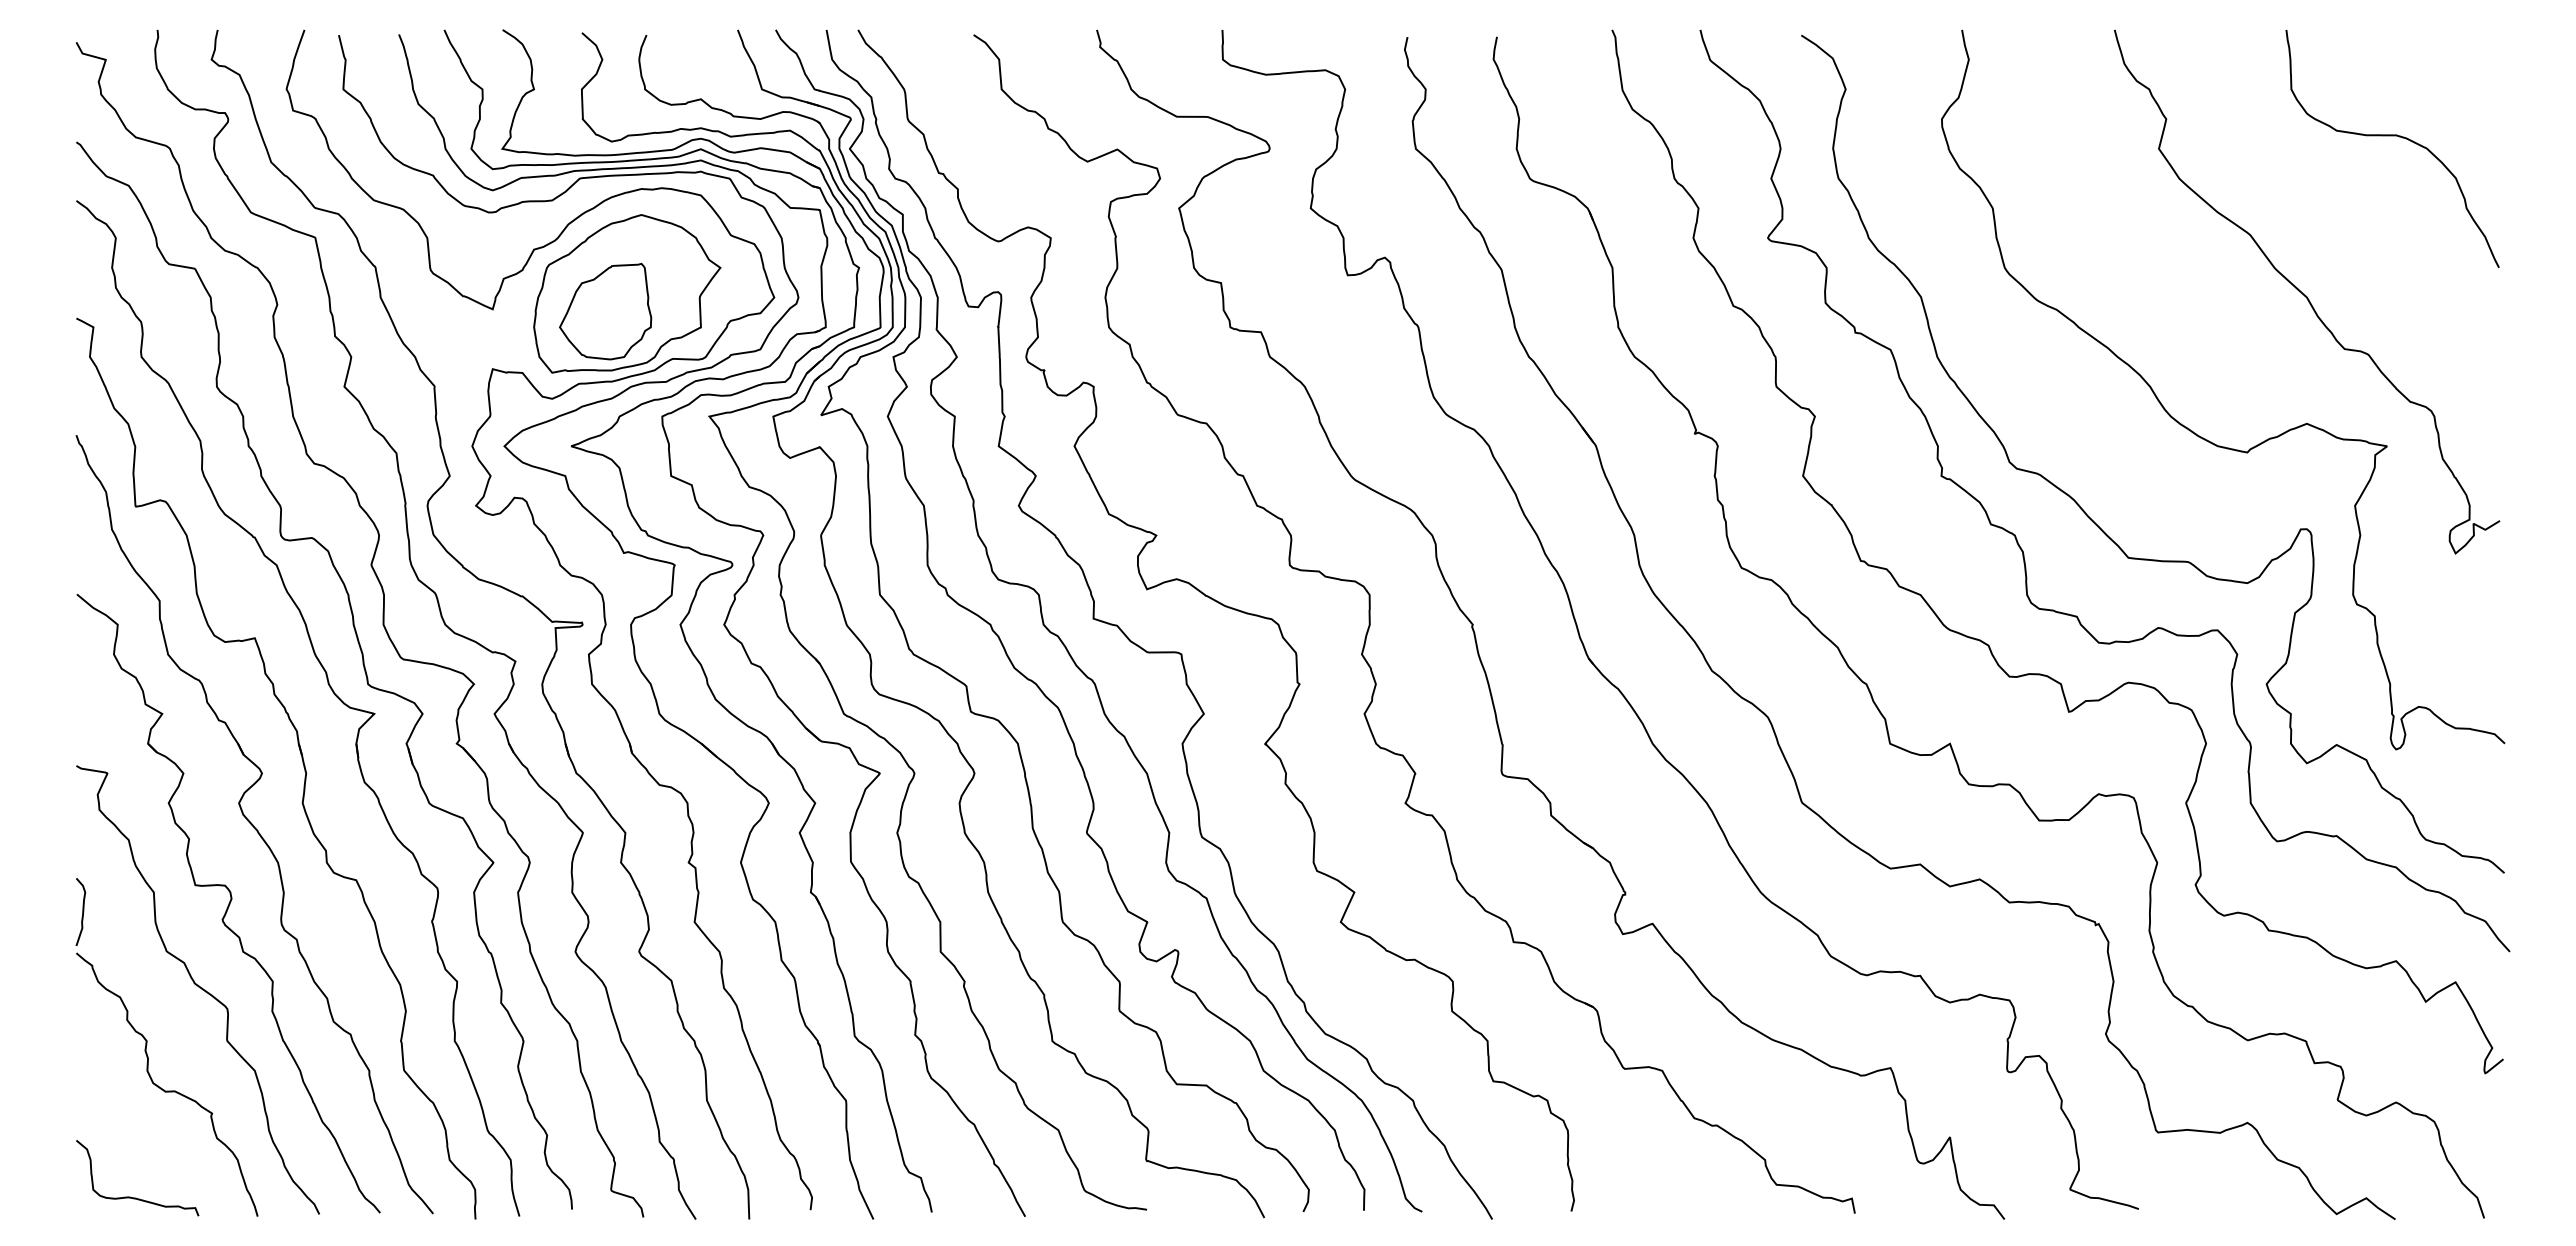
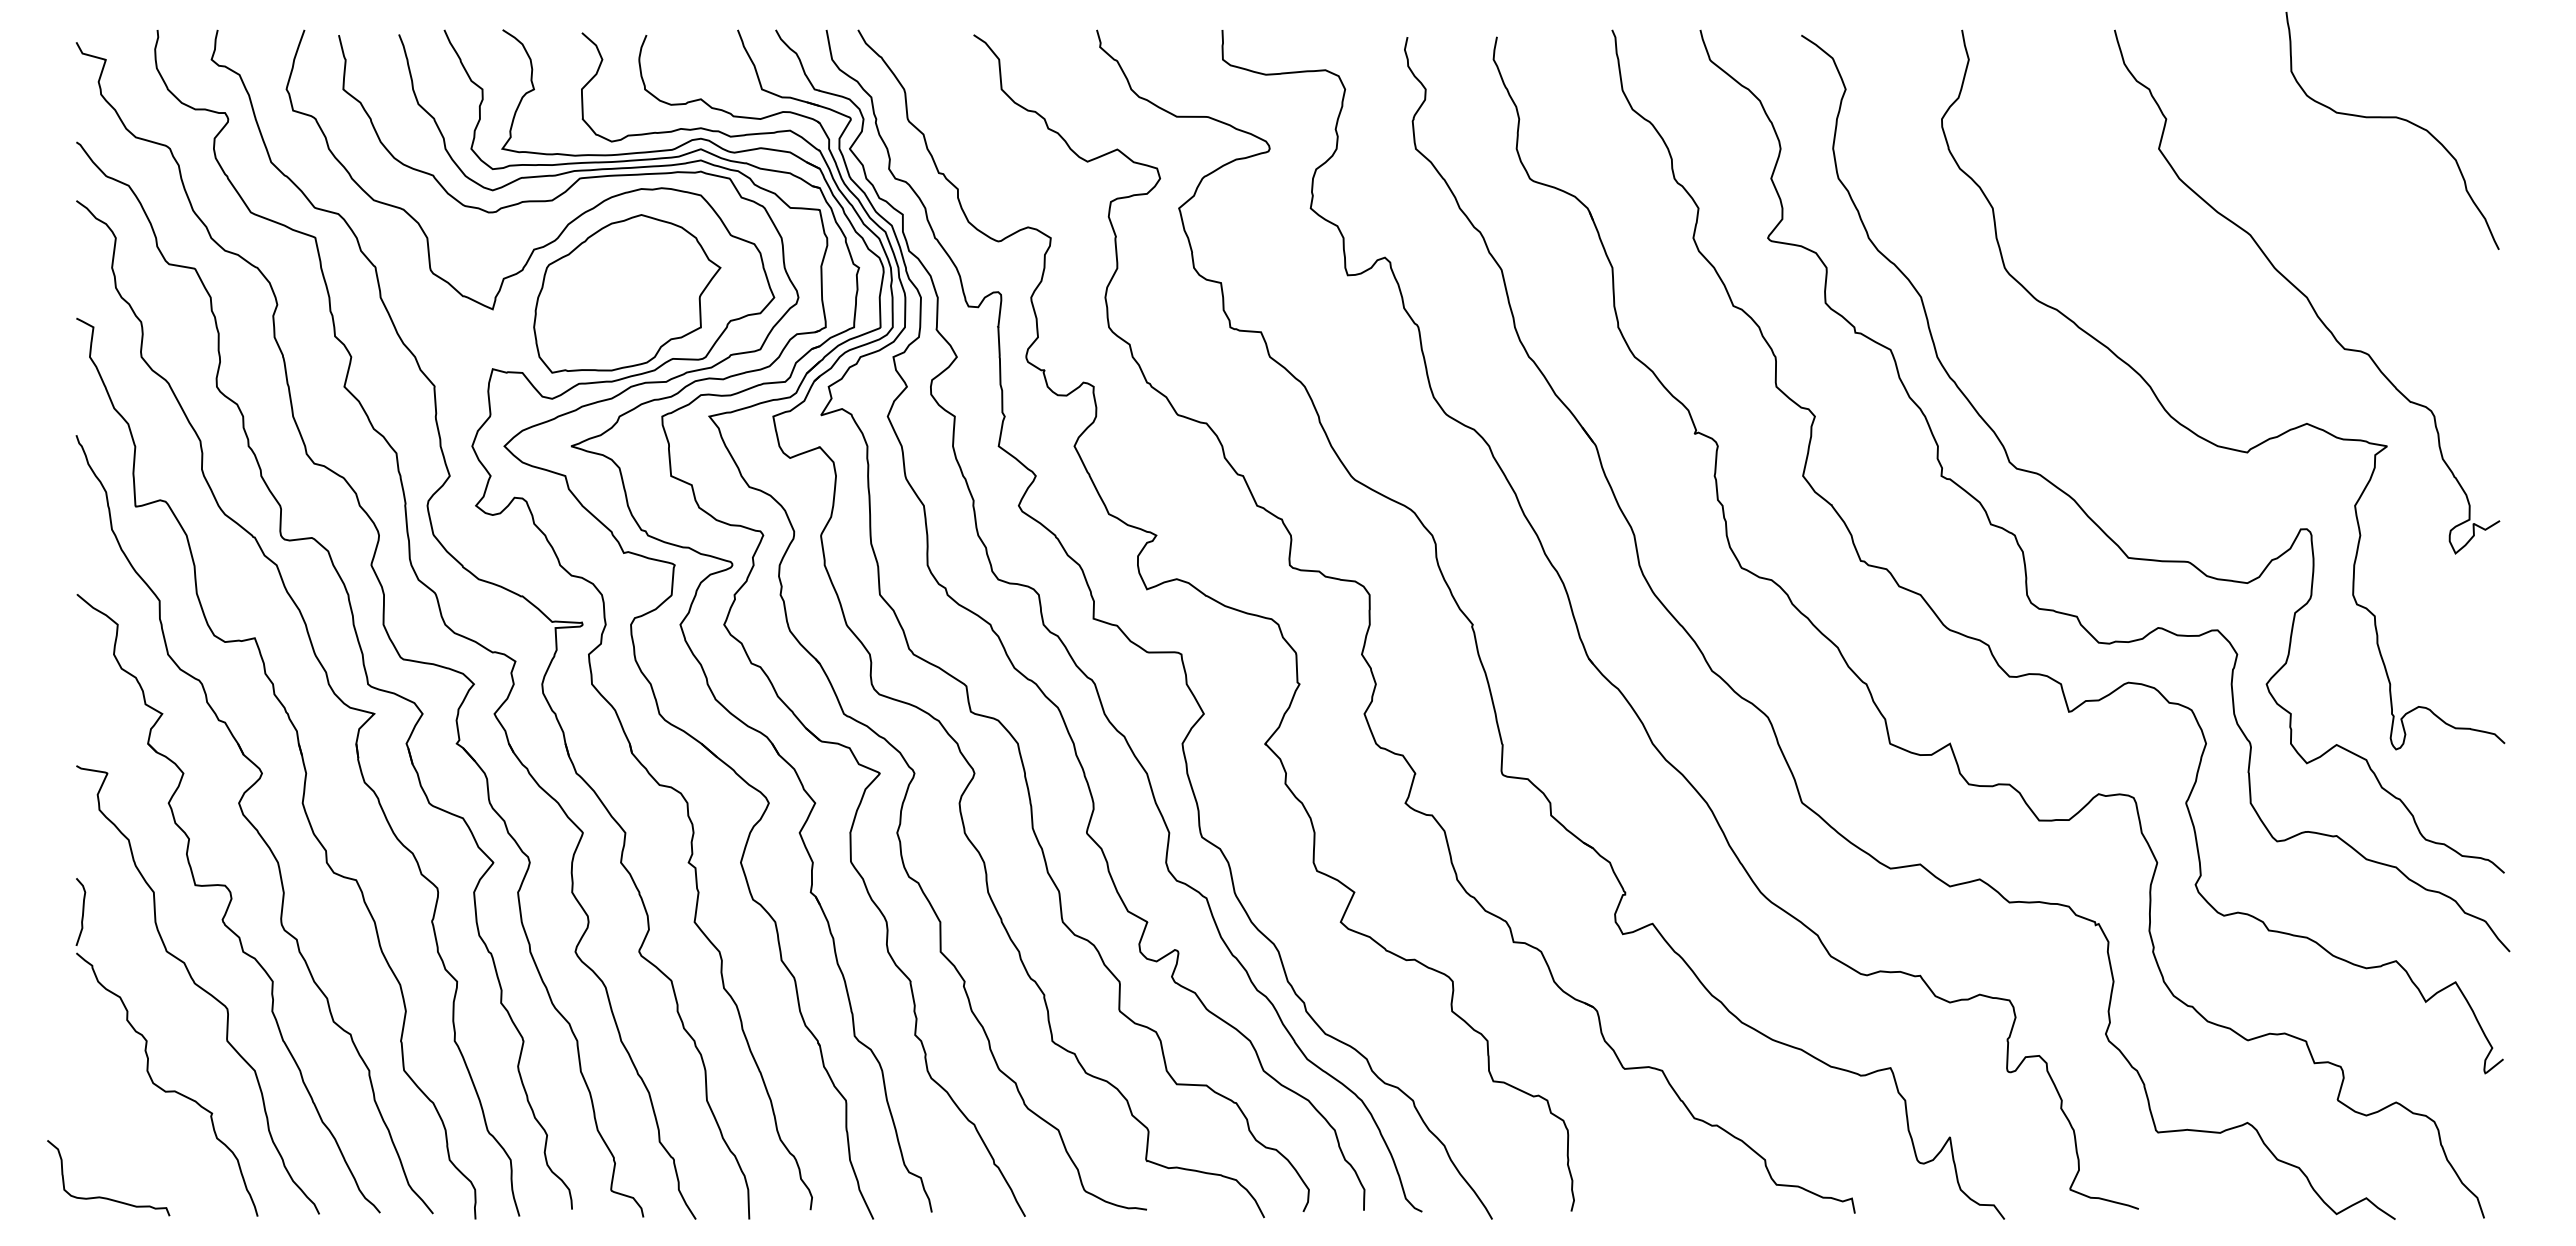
curve at (2392, 136) position: (2392, 136) -> (2392, 118)
part at (605, 311): present -> none
curve at (136, 1197) position: (136, 1197) -> (107, 1197)
